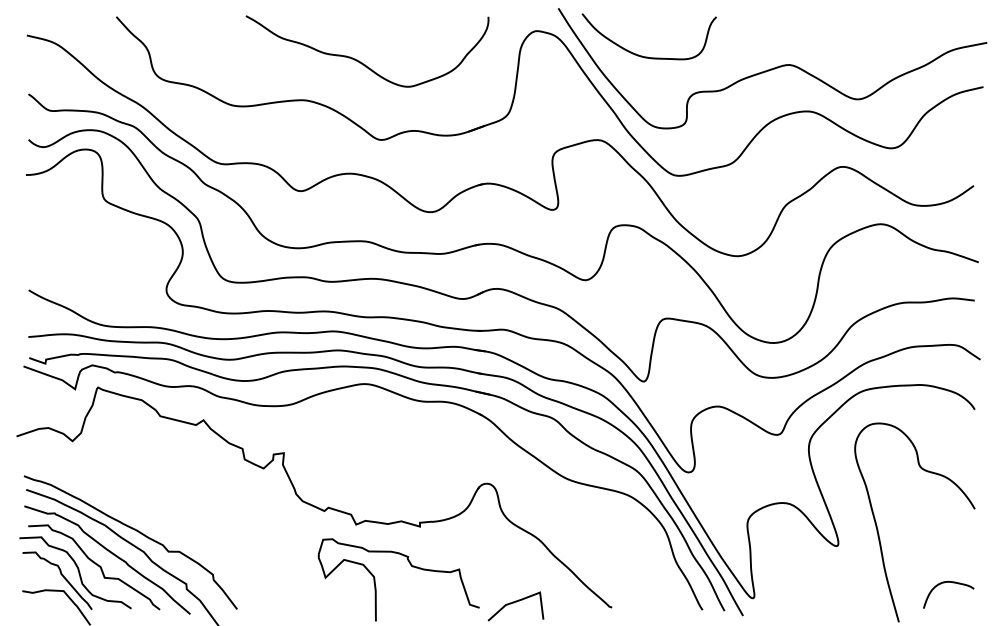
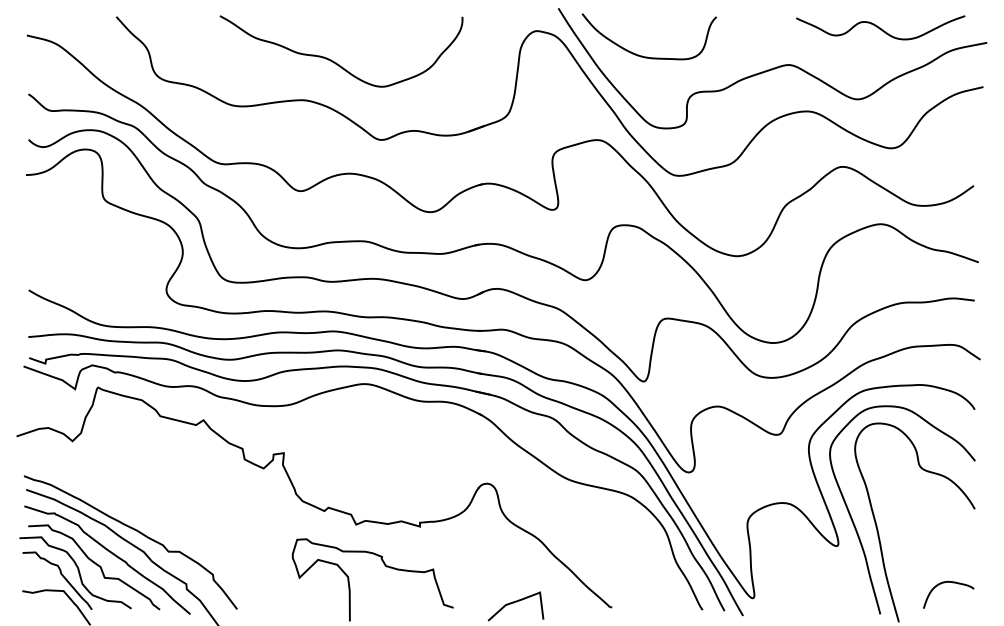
curve at (880, 27): none -> present
curve at (359, 60) position: (359, 60) -> (333, 60)
curve at (855, 525): none -> present
curve at (411, 566) position: (411, 566) -> (385, 566)
